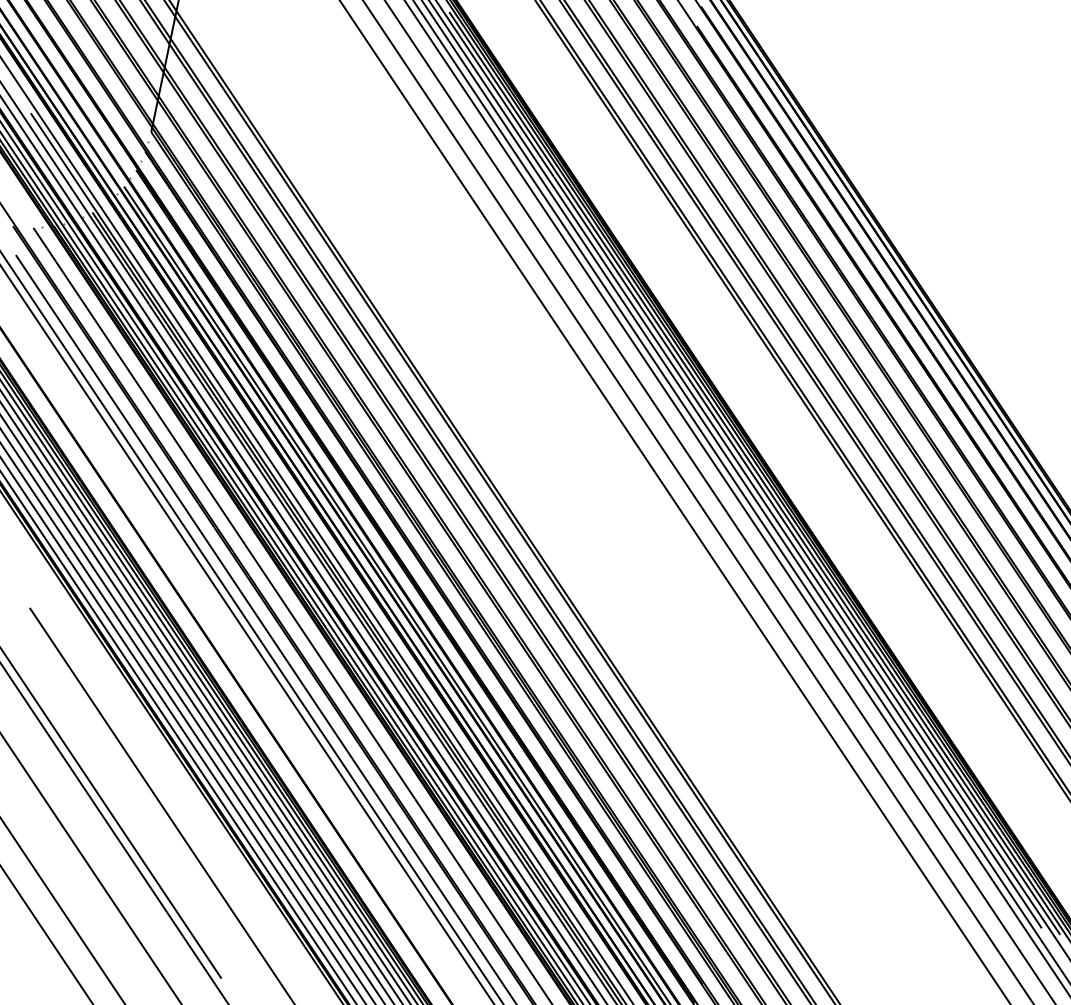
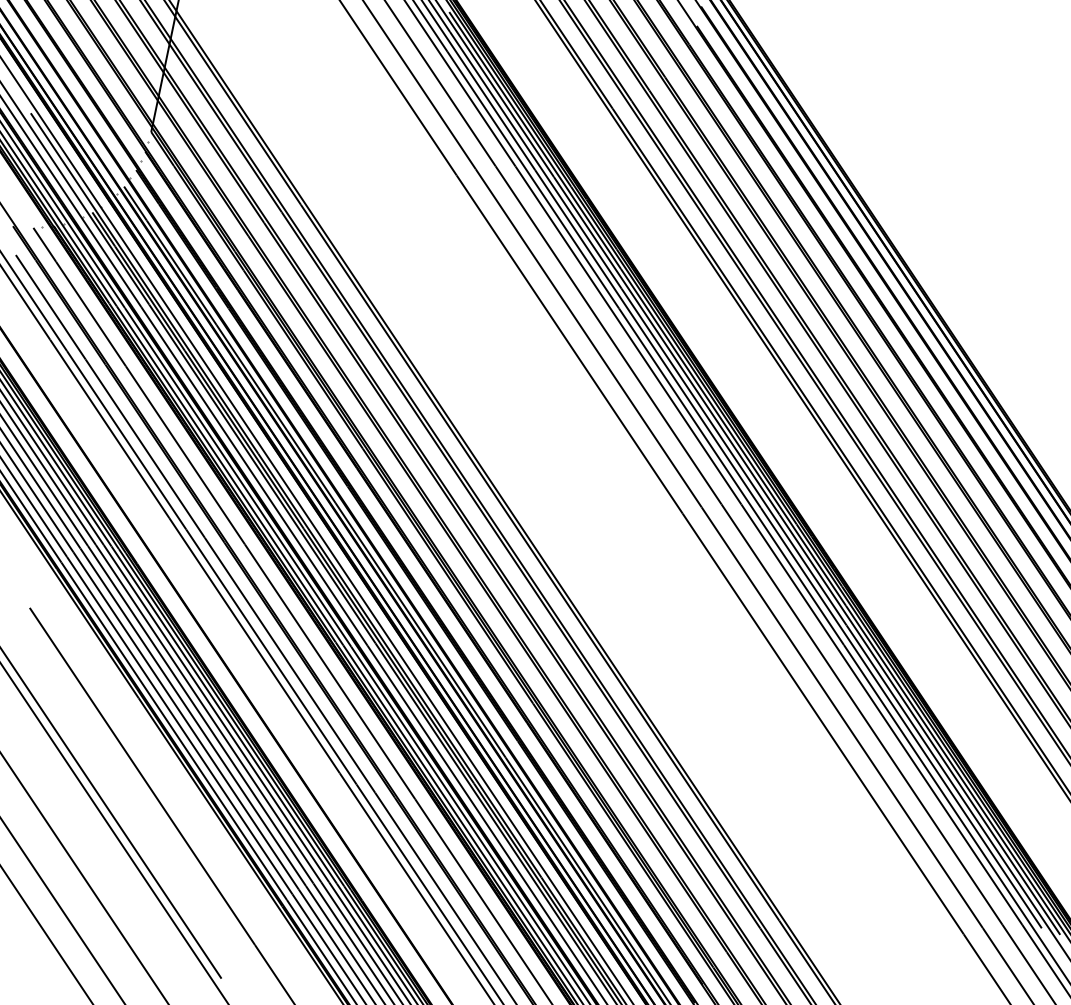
line at (90, 868) position: (90, 868) -> (84, 878)
